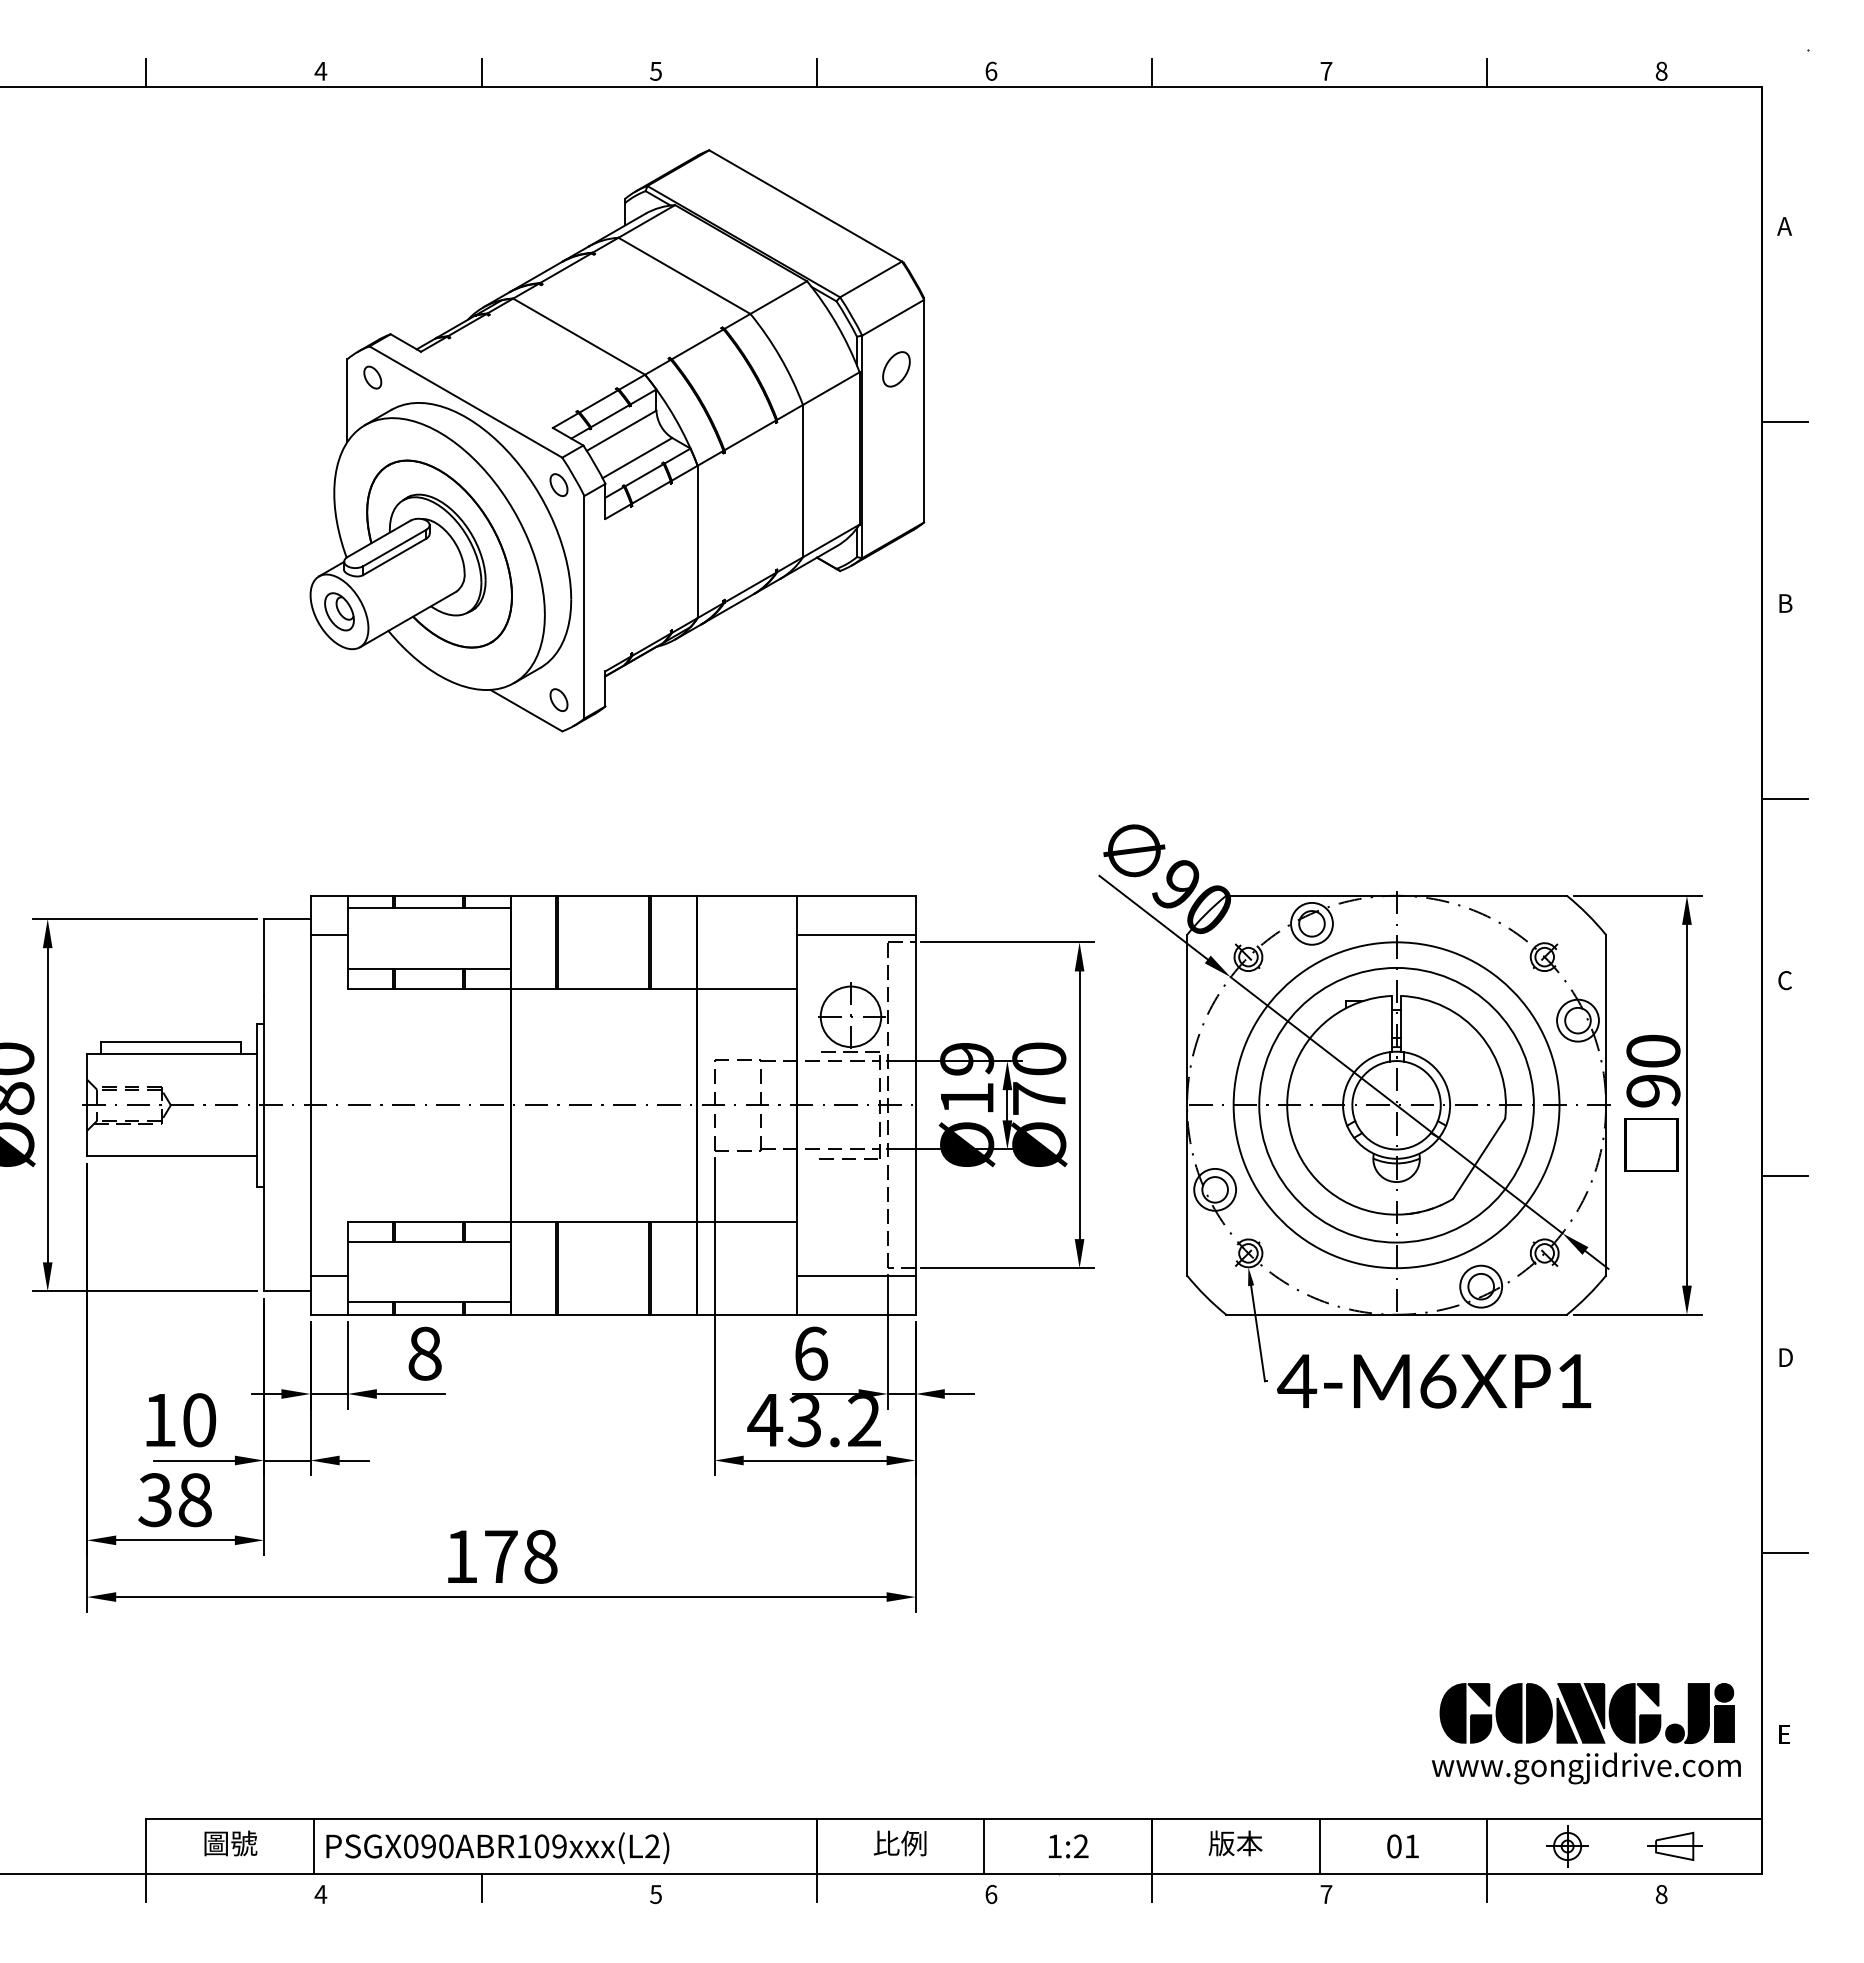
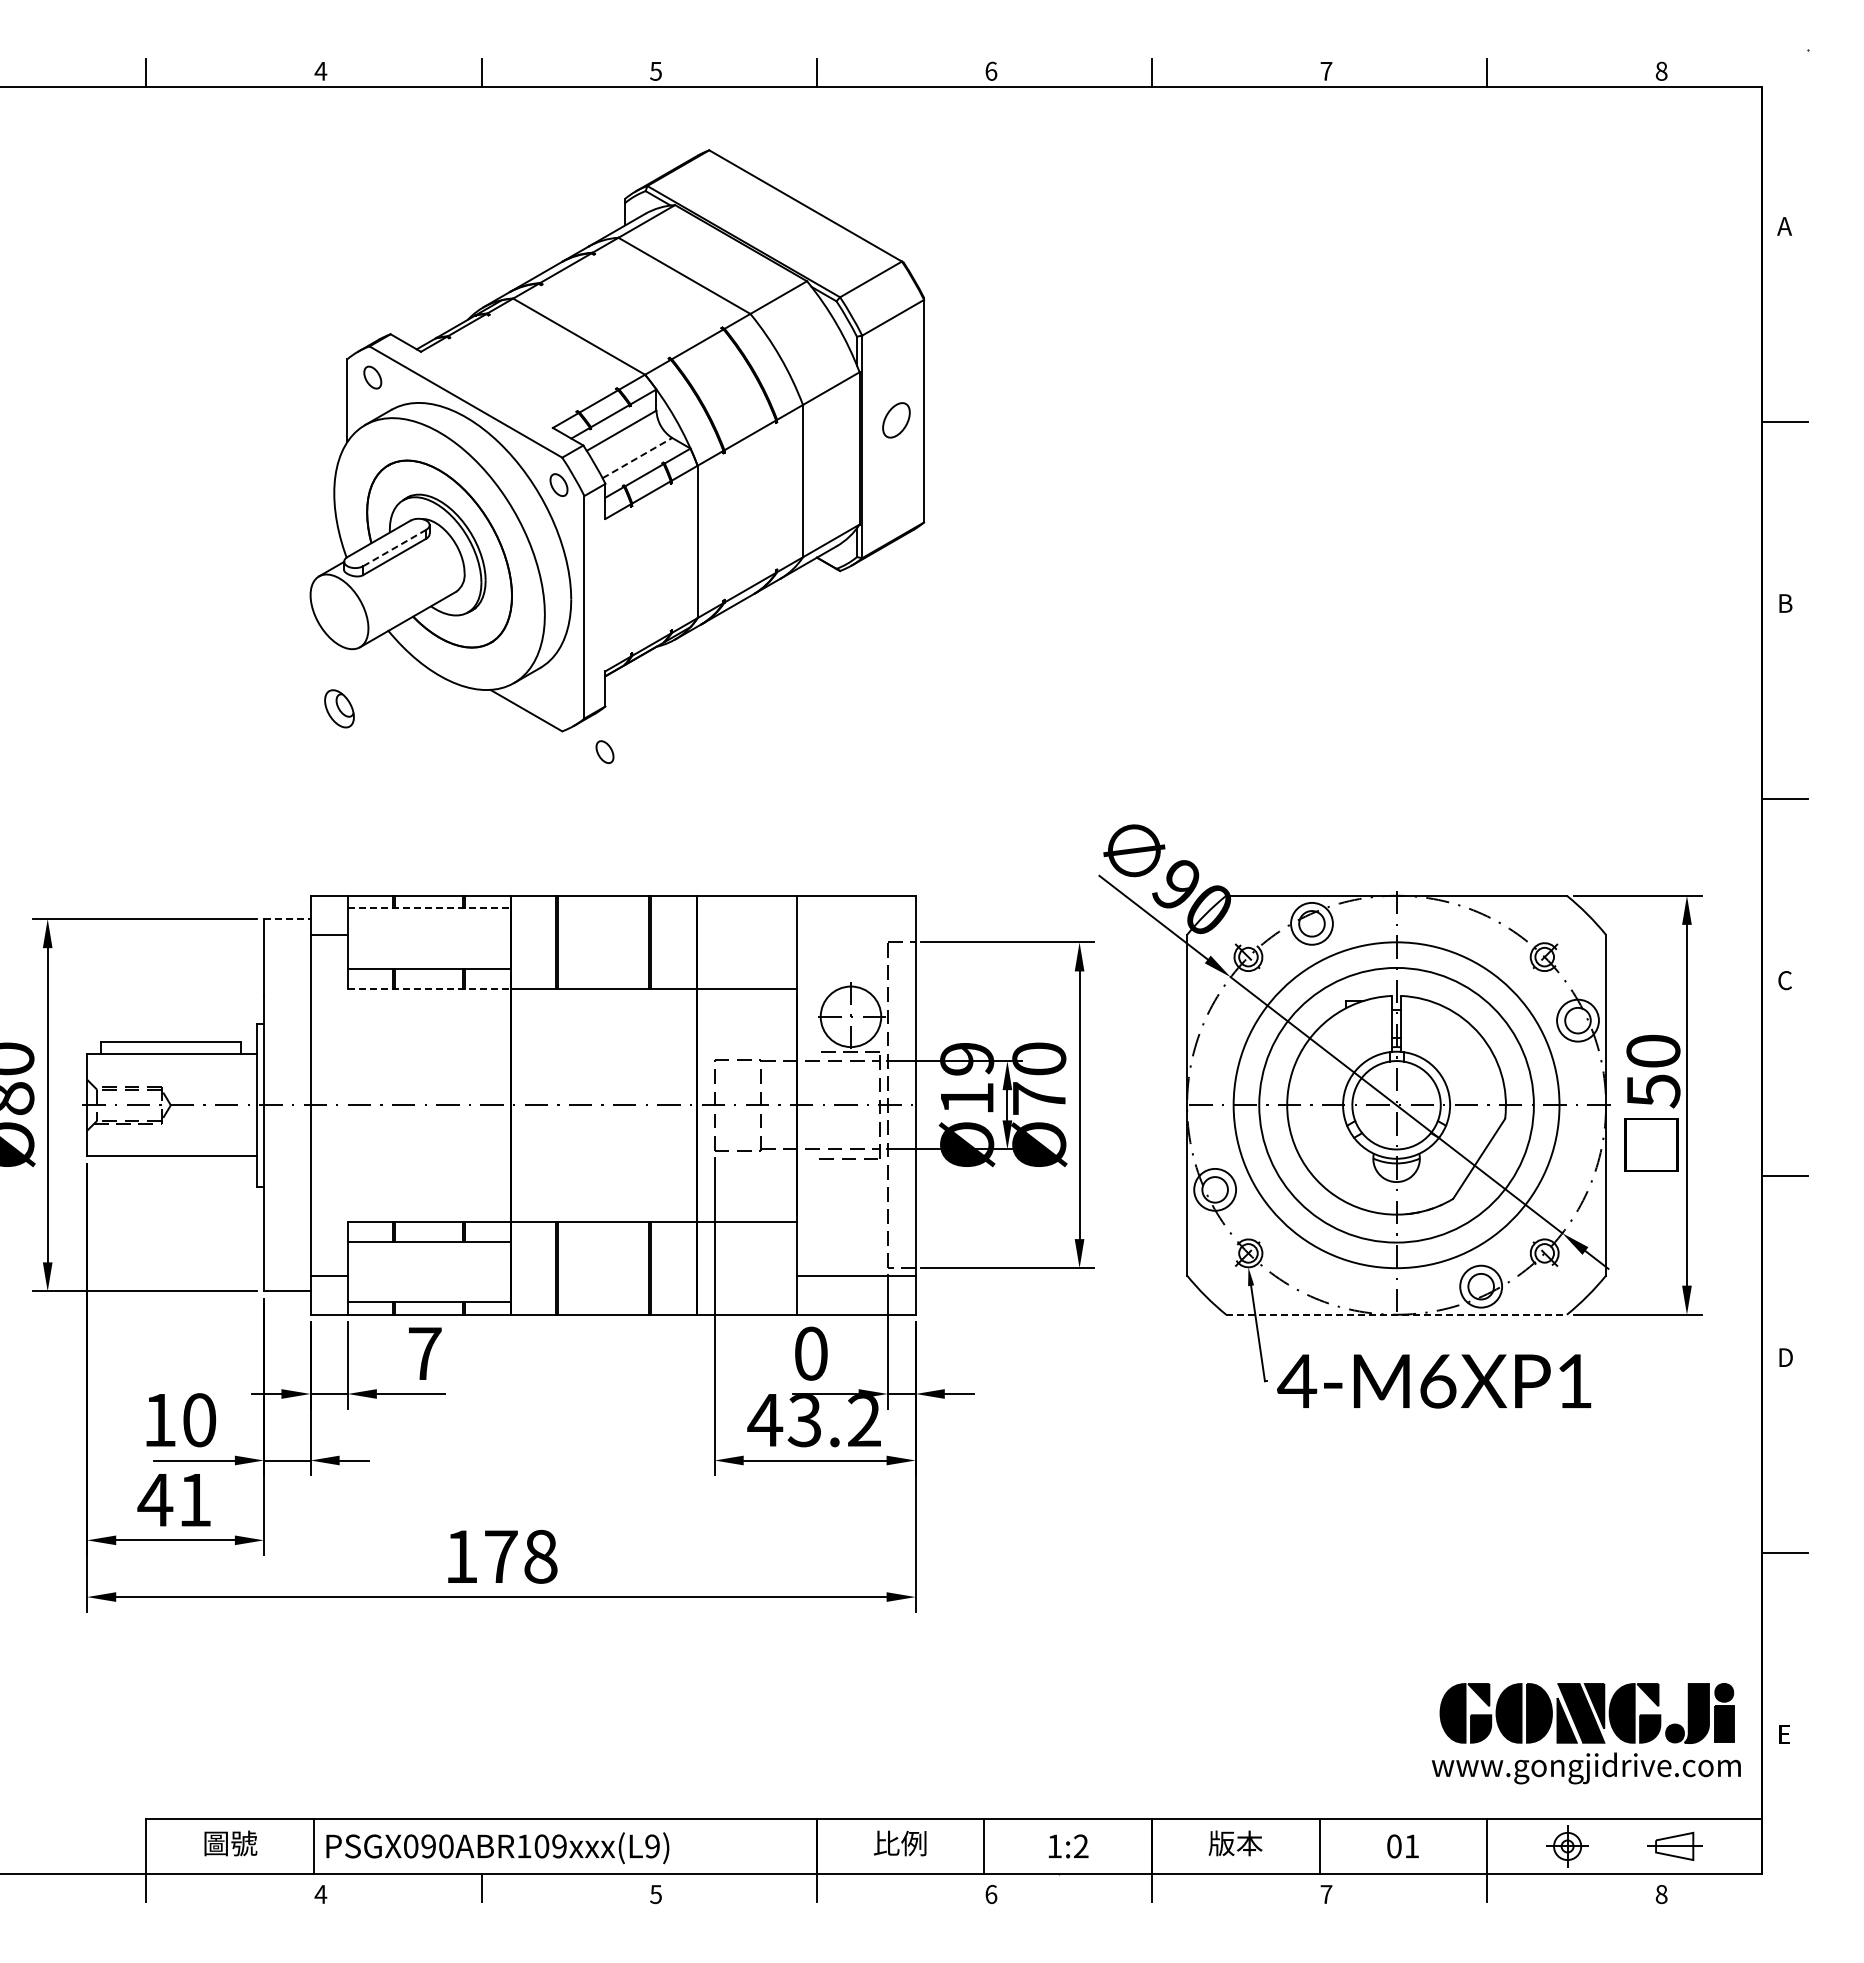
part at (896, 369) position: (896, 369) -> (896, 420)
line at (637, 457): solid -> dashed
line at (395, 547): solid -> dashed
part at (339, 611) position: (339, 611) -> (339, 708)
part at (558, 699) position: (558, 699) -> (604, 751)
line at (429, 908): solid -> dashed
line at (287, 919): solid -> dashed
line at (855, 934): present -> none
line at (429, 988): solid -> dashed
text at (1653, 1091): 90 -> 50
line at (1397, 1314): solid -> dashed
text at (424, 1353): 8 -> 7
text at (811, 1353): 6 -> 0
text at (174, 1500): 38 -> 41
text at (652, 1846): PSGX090ABR109xxx(L2) -> PSGX090ABR109xxx(L9)
